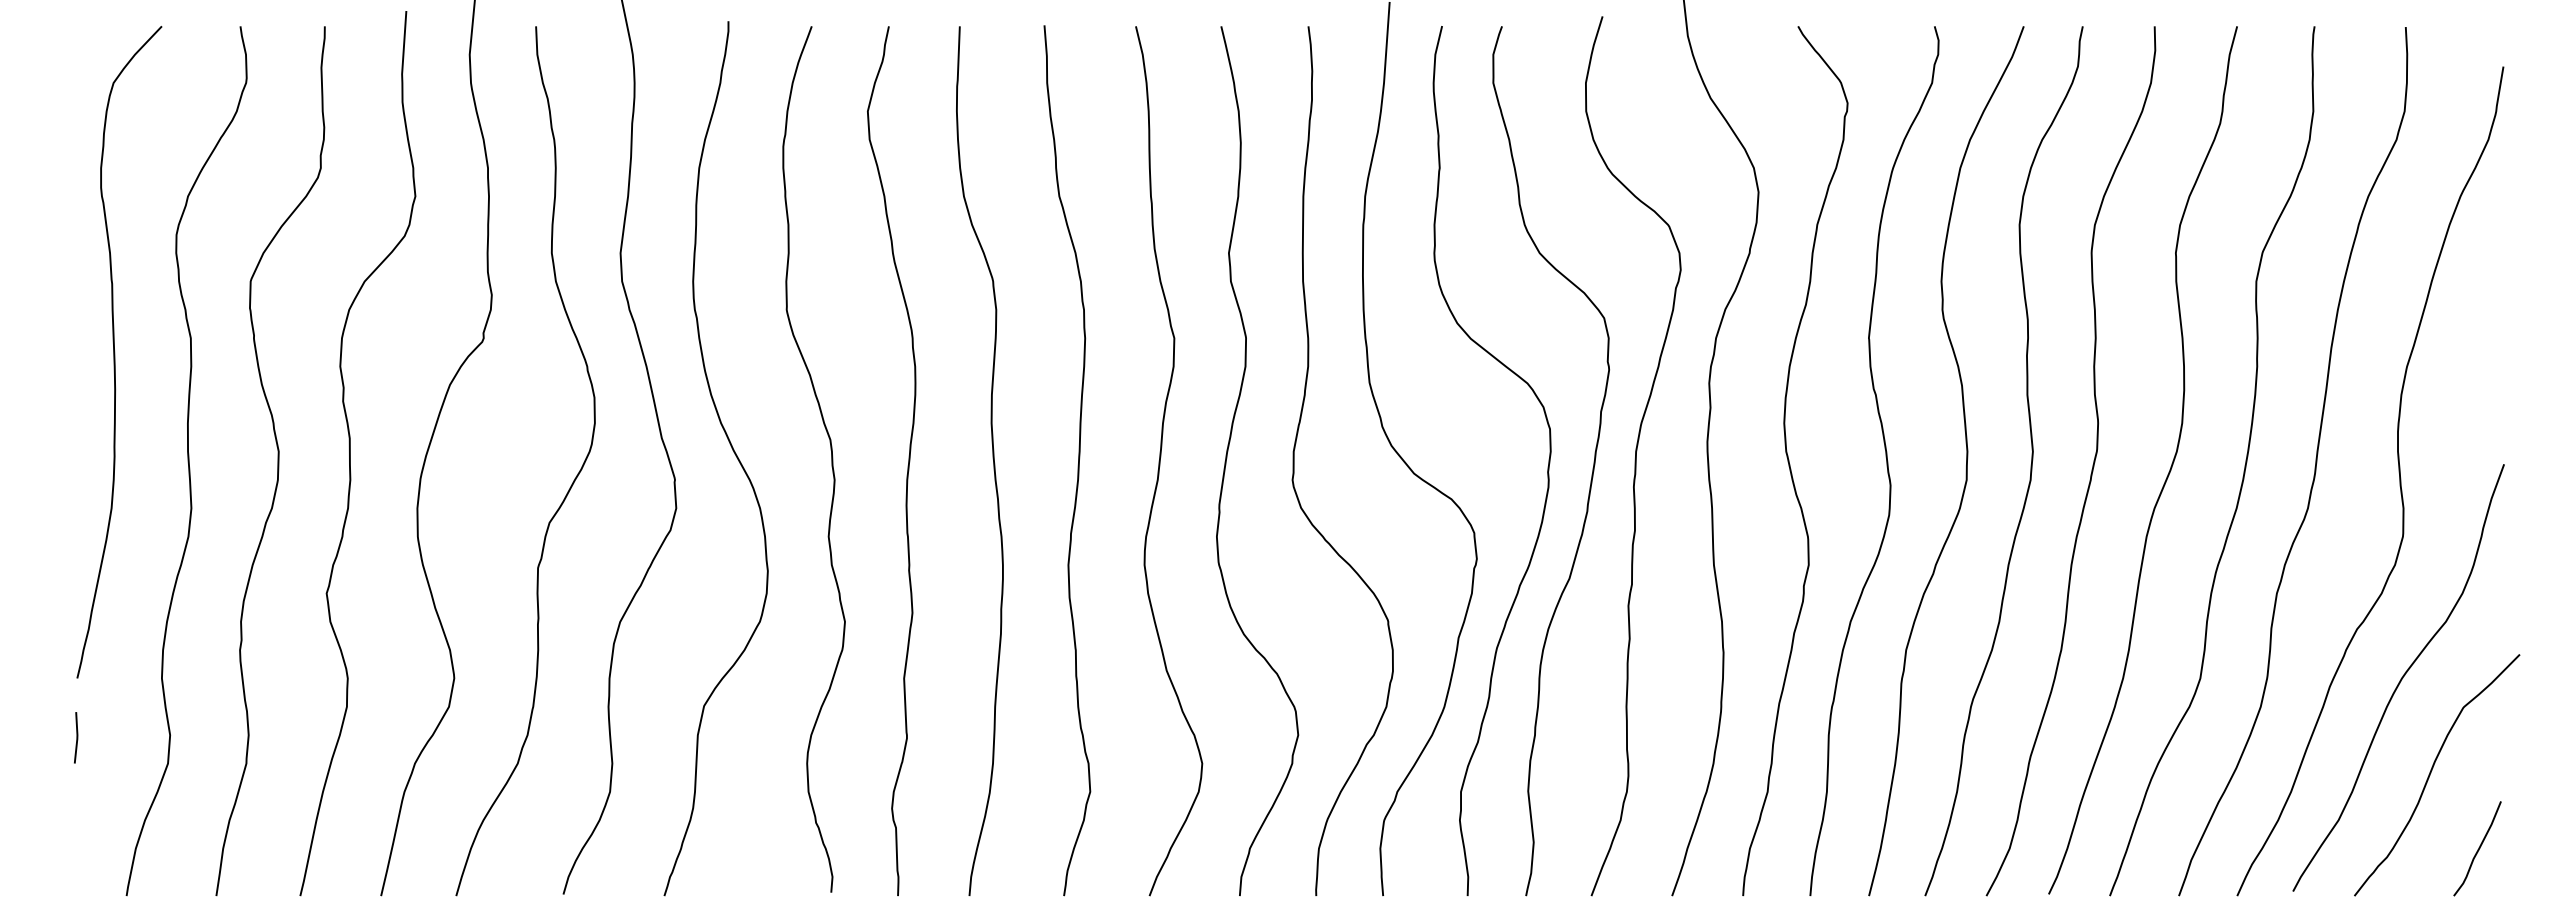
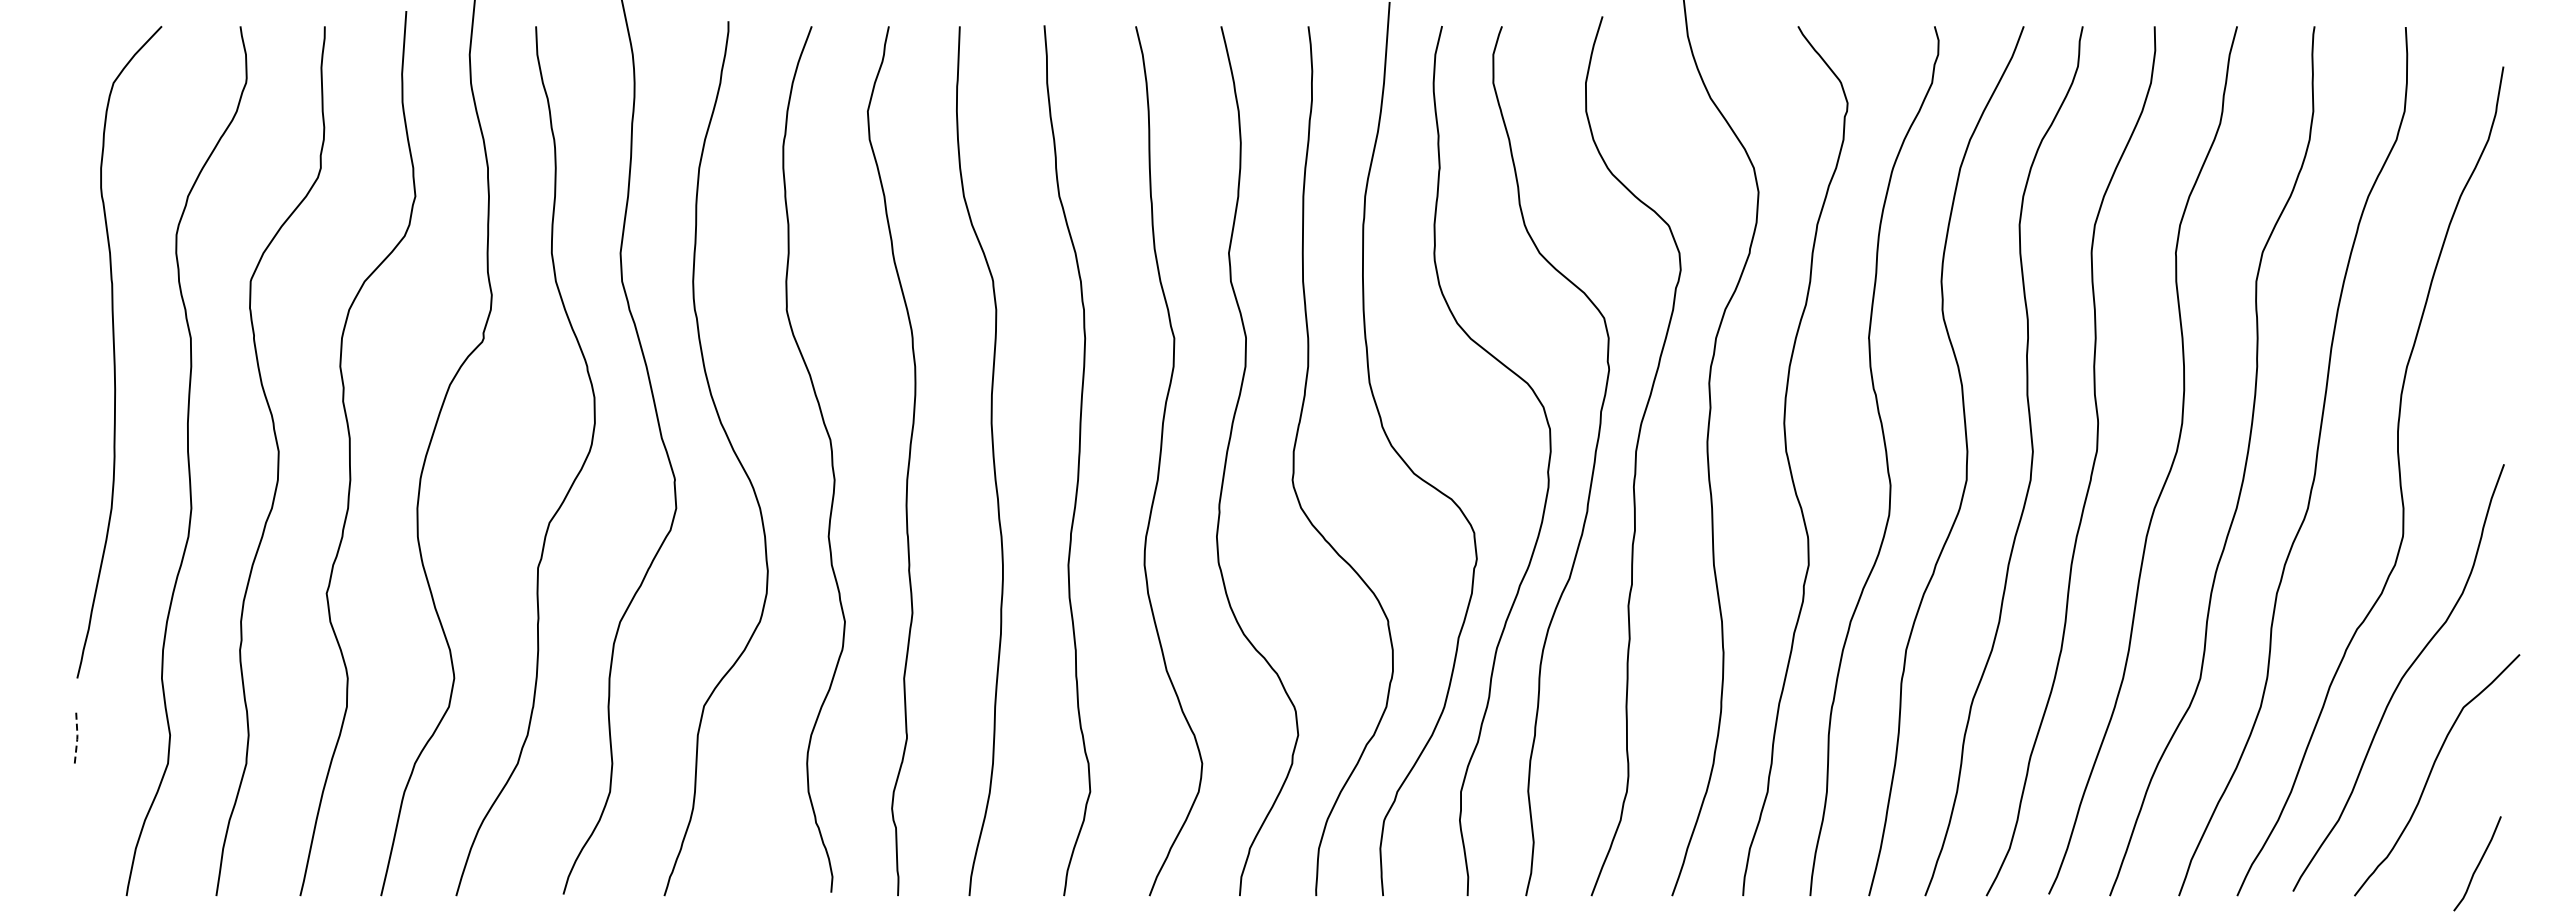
line at (77, 737): solid -> dashed
curve at (2478, 848) position: (2478, 848) -> (2478, 863)
